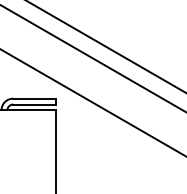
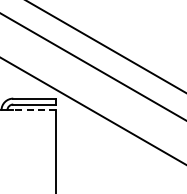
line at (92, 57) position: (92, 57) -> (92, 66)
line at (92, 102) position: (92, 102) -> (92, 110)
line at (34, 110): solid -> dashed
